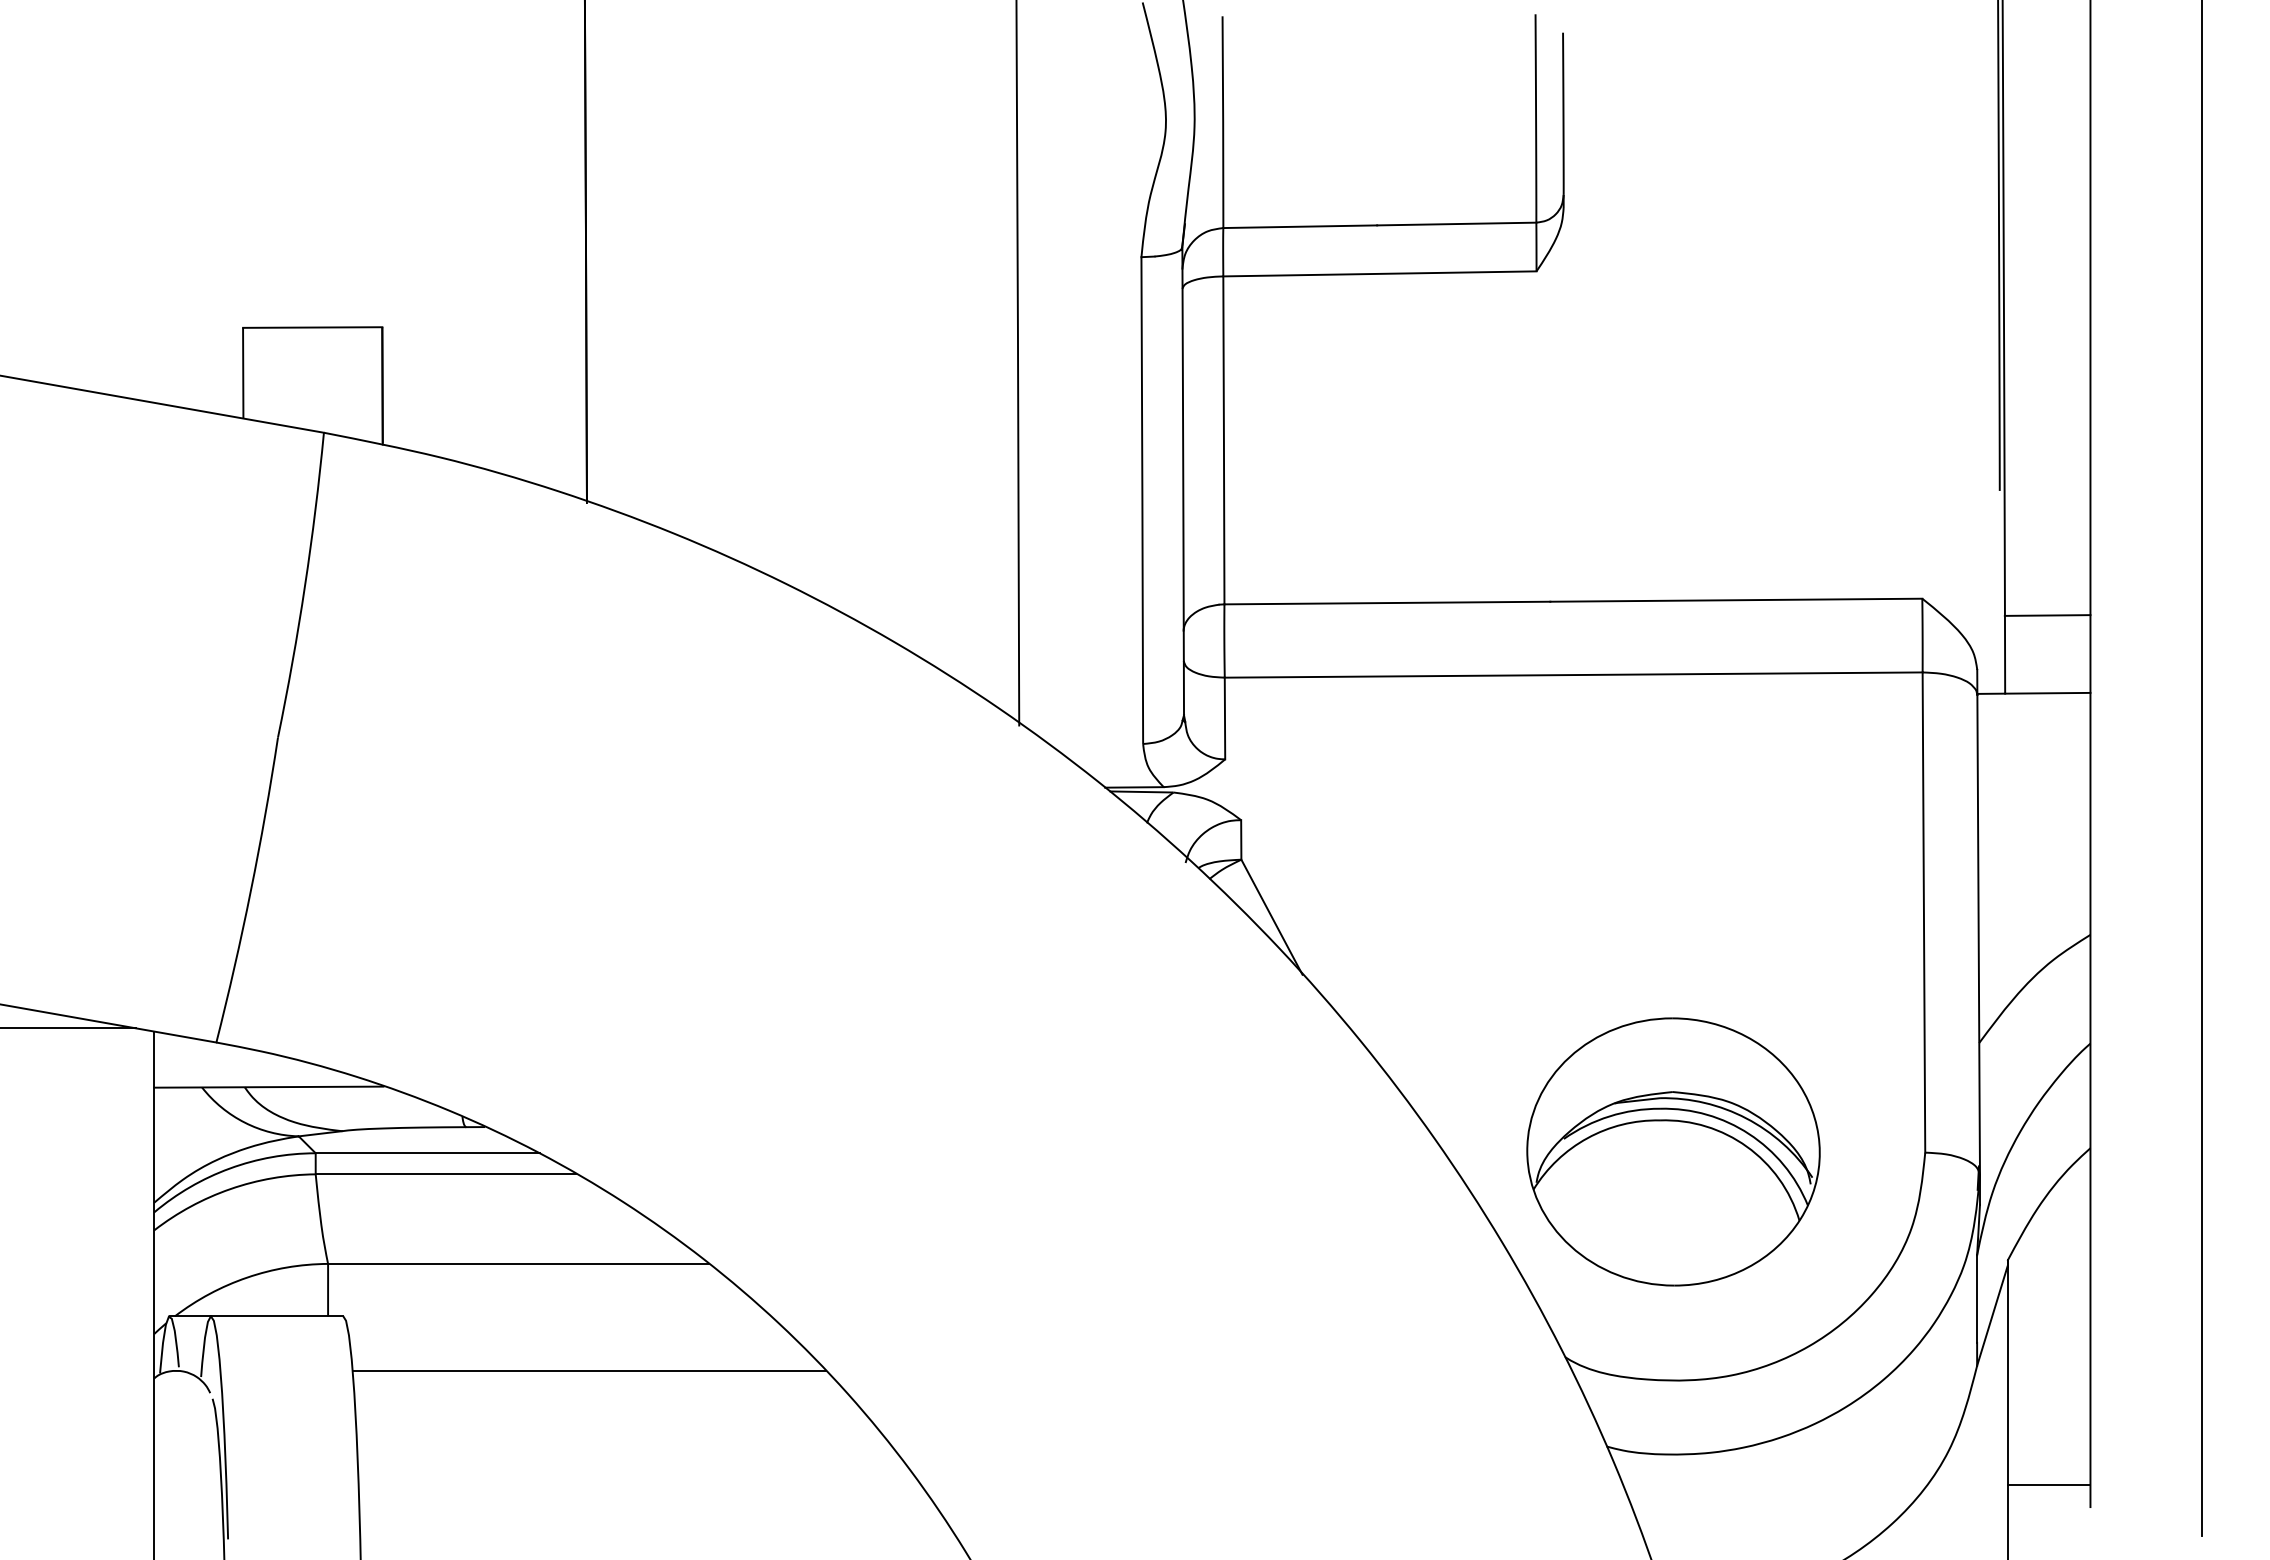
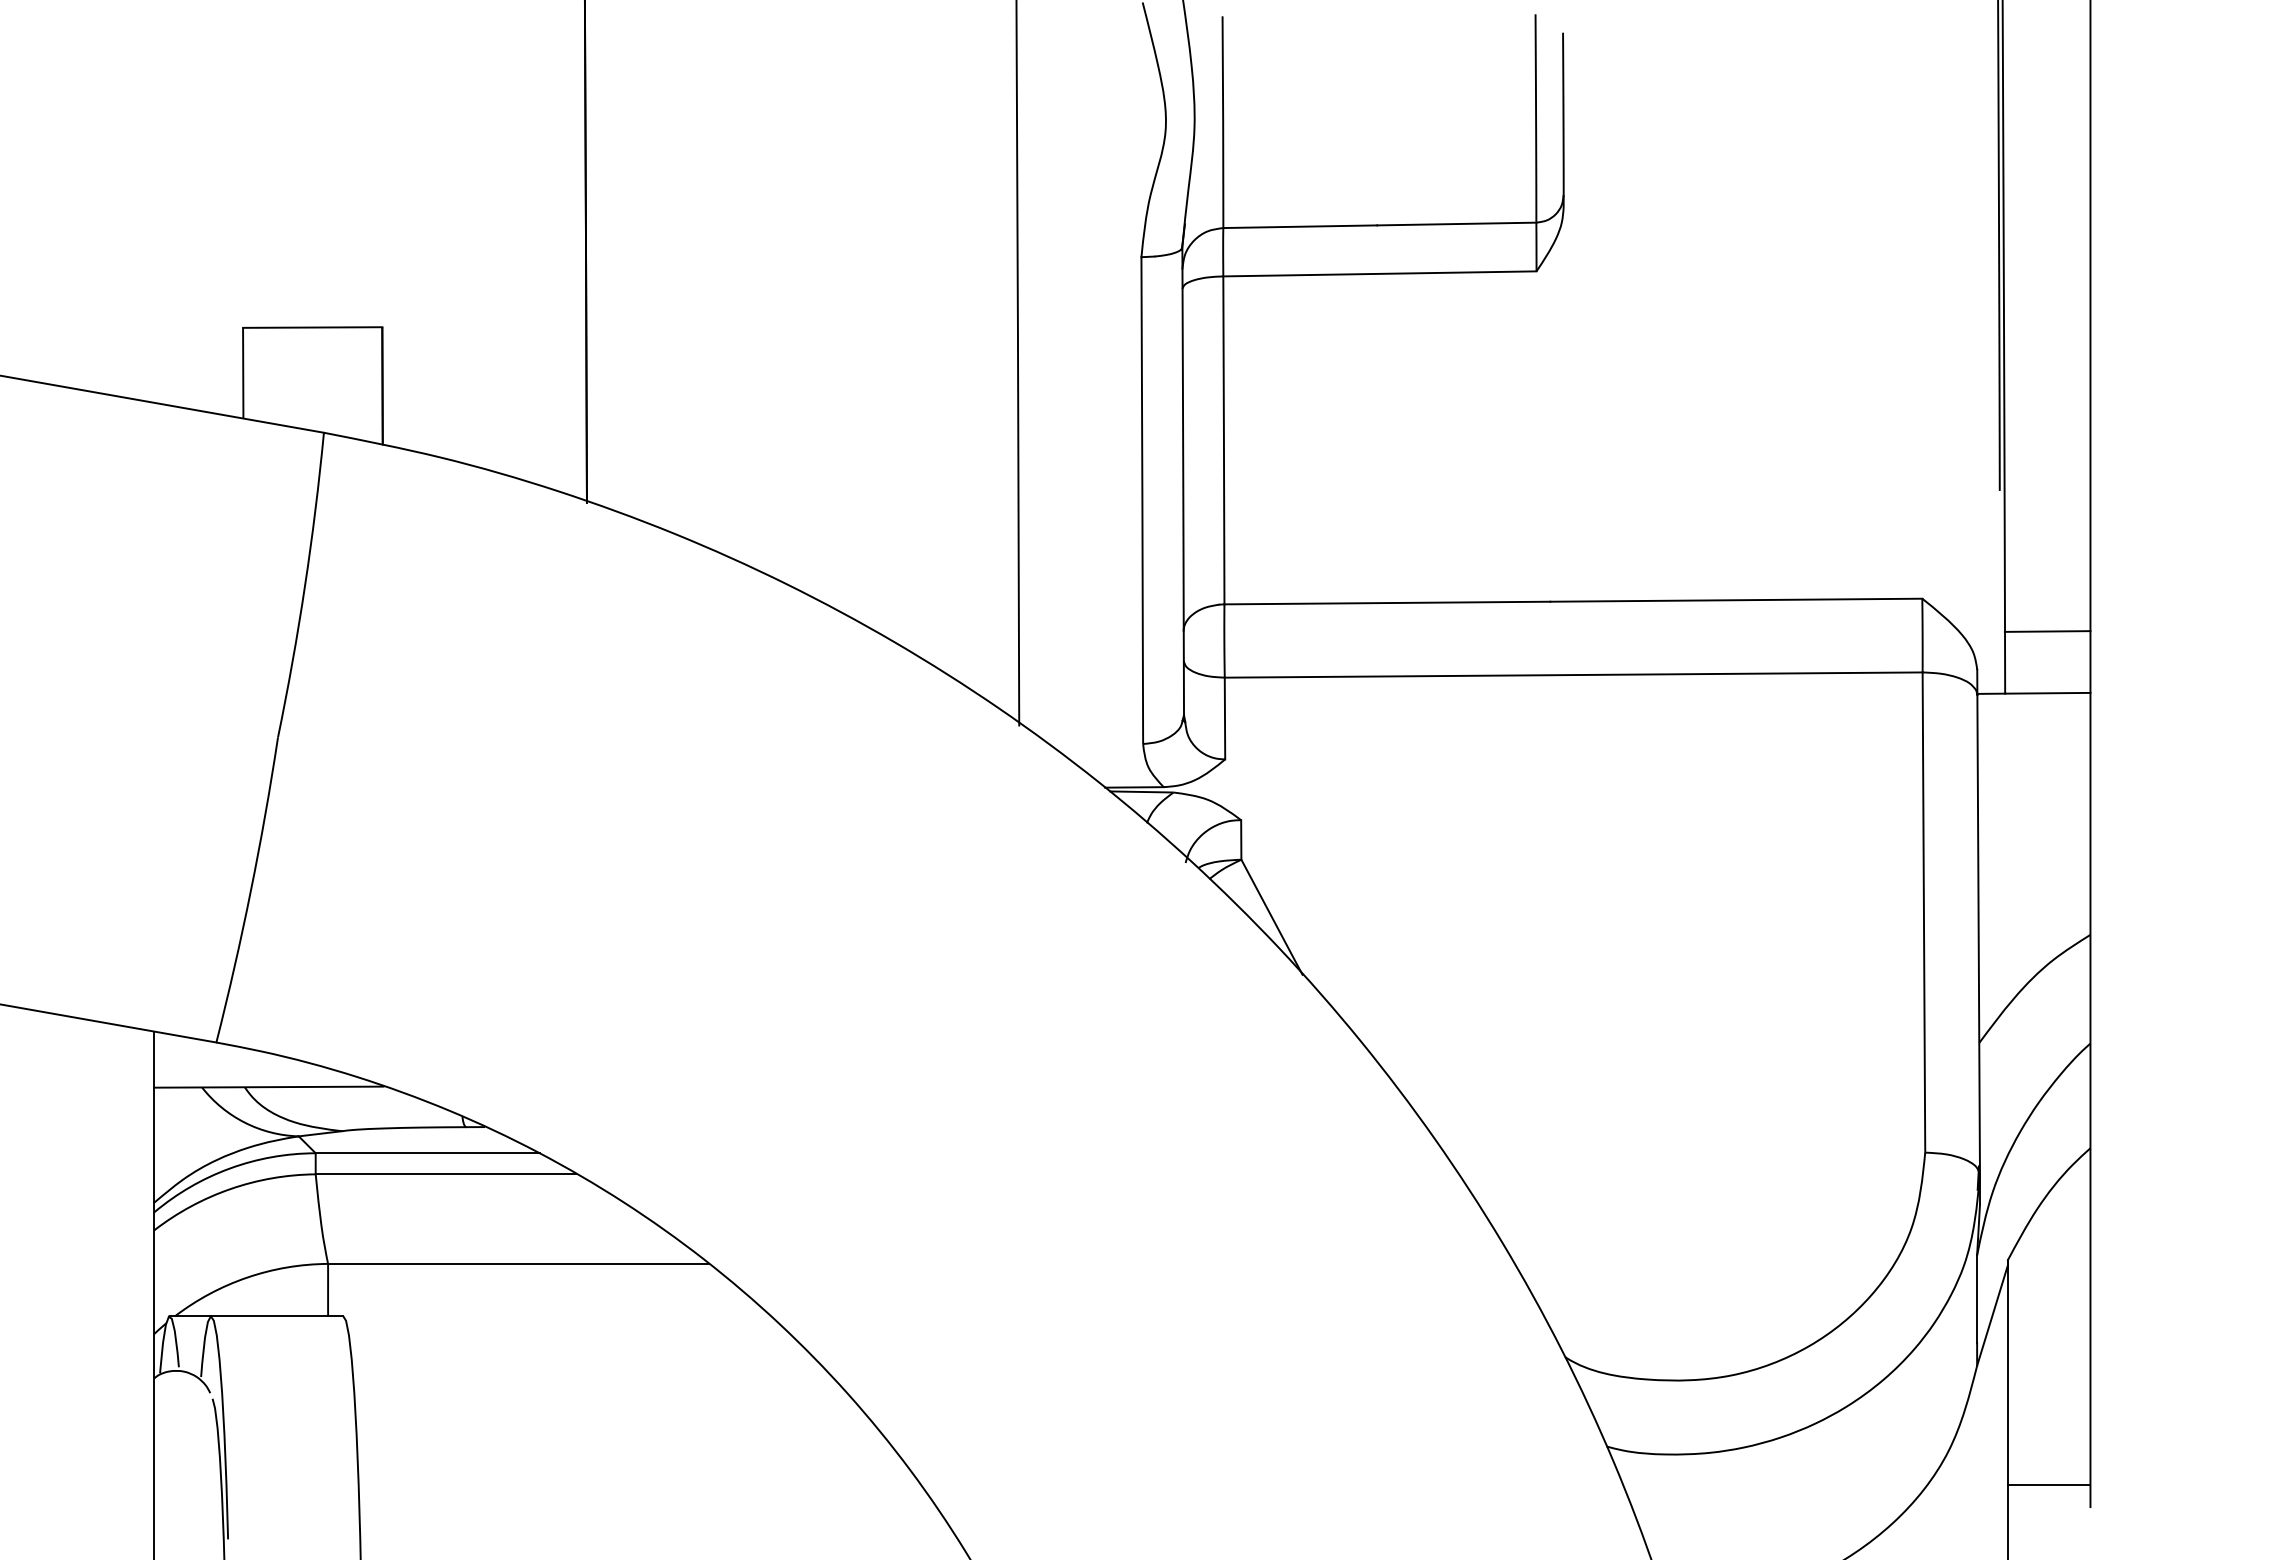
line at (2047, 615) position: (2047, 615) -> (2047, 631)
line at (2201, 769): present -> none
line at (69, 1028): present -> none
part at (1673, 1151): present -> none
line at (588, 1371): present -> none
